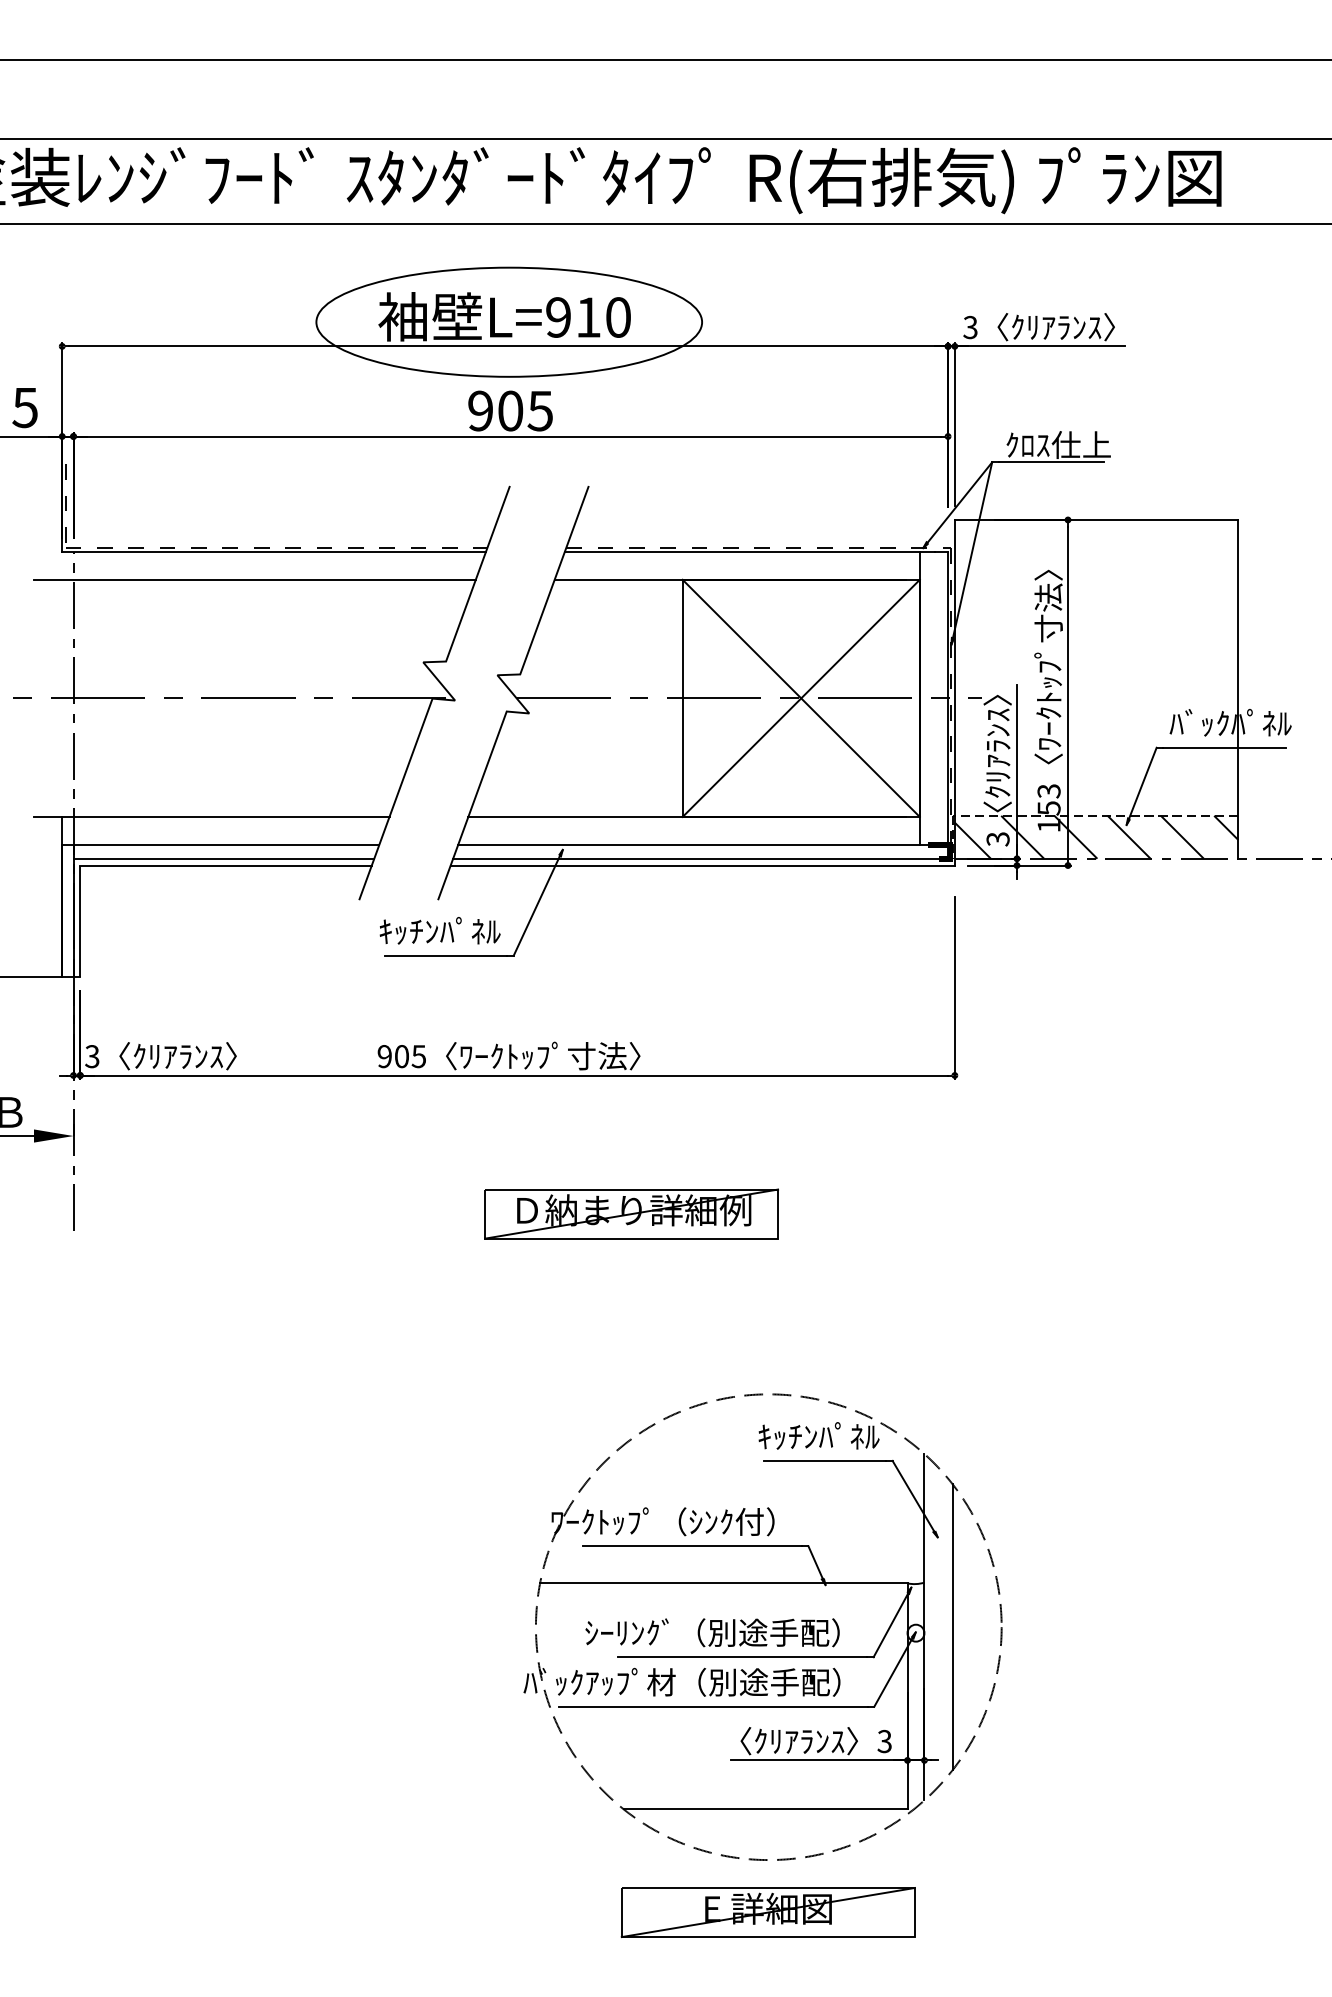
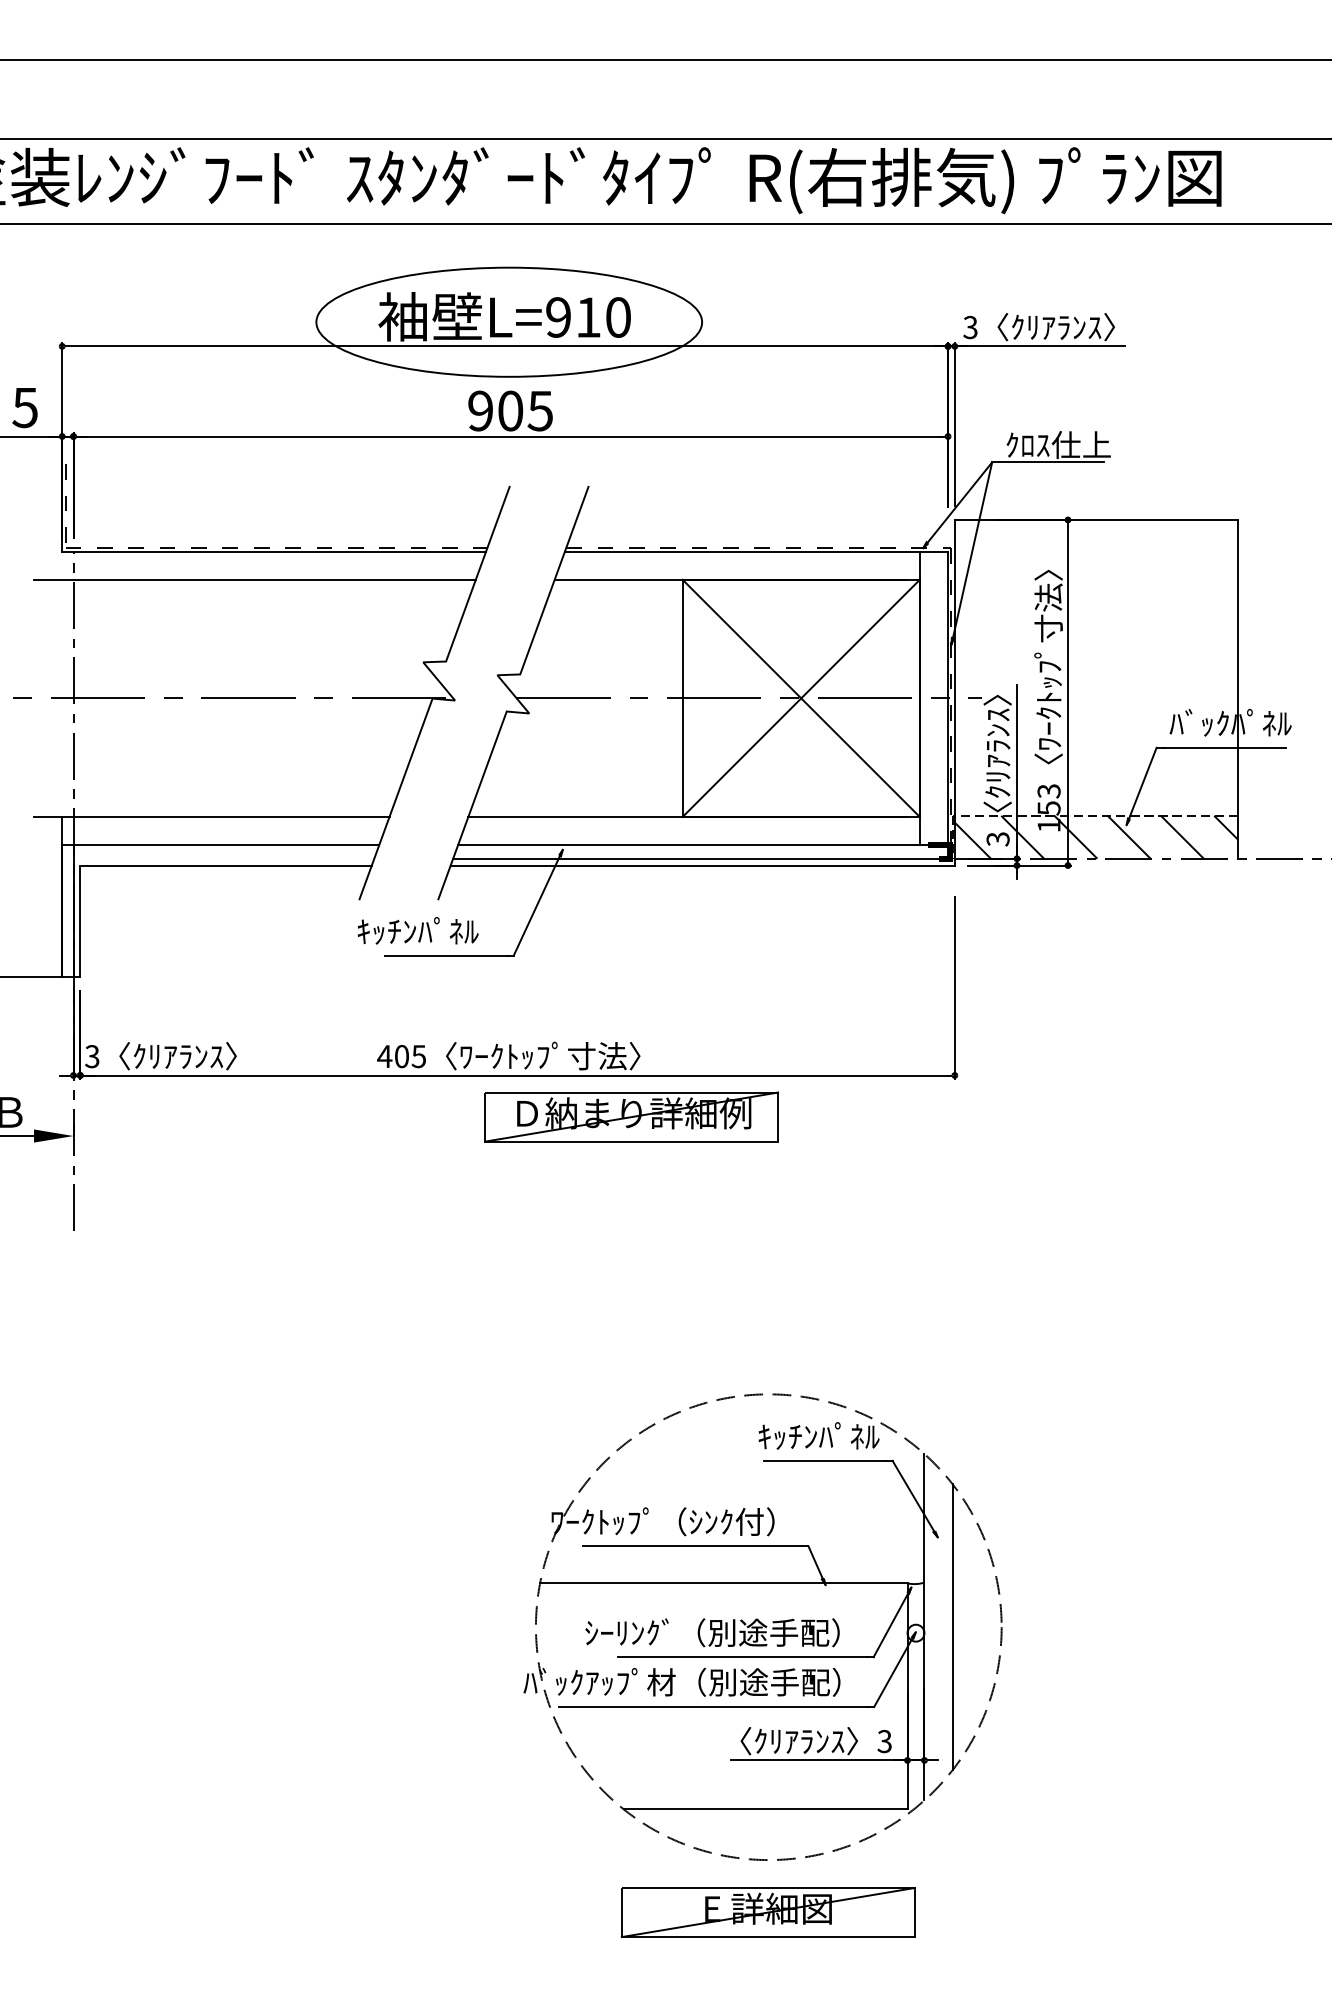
line at (223, 858): present -> none
text at (439, 930) position: (439, 930) -> (417, 930)
text at (384, 1056): 905 -> 405
part at (631, 1213) position: (631, 1213) -> (631, 1116)
